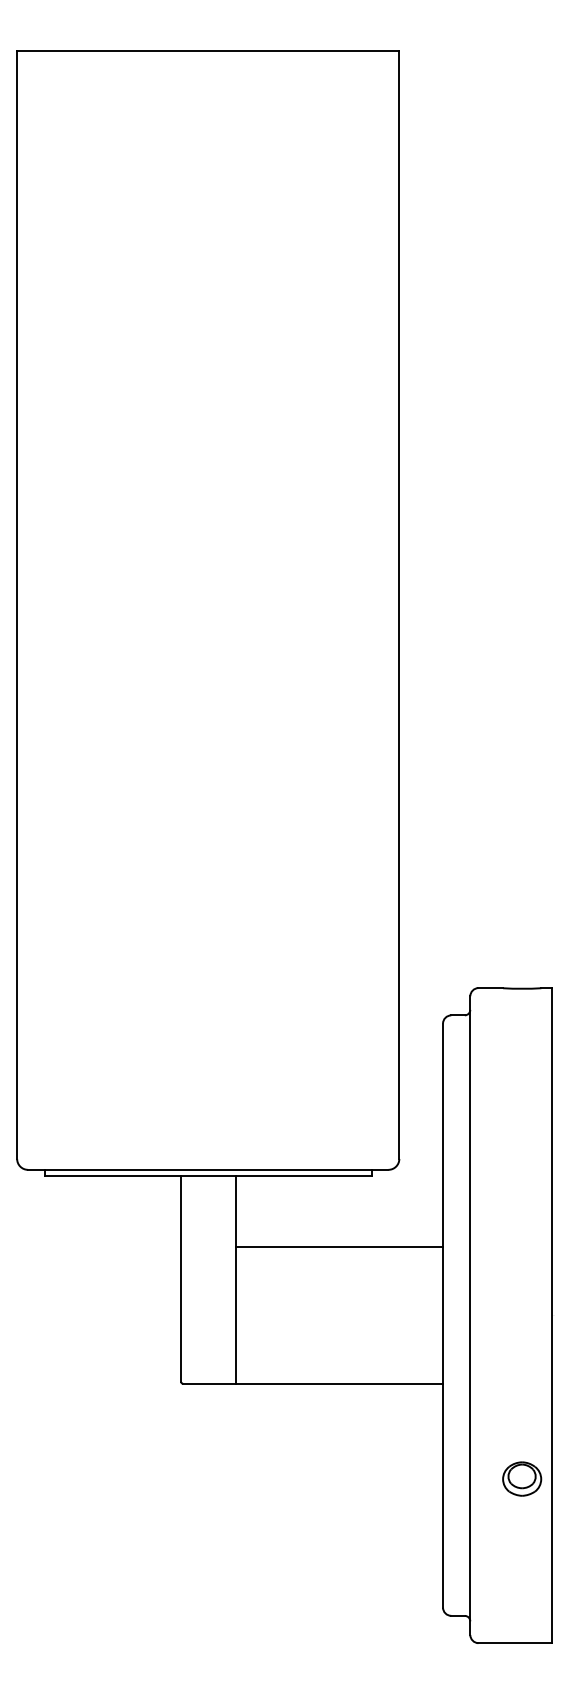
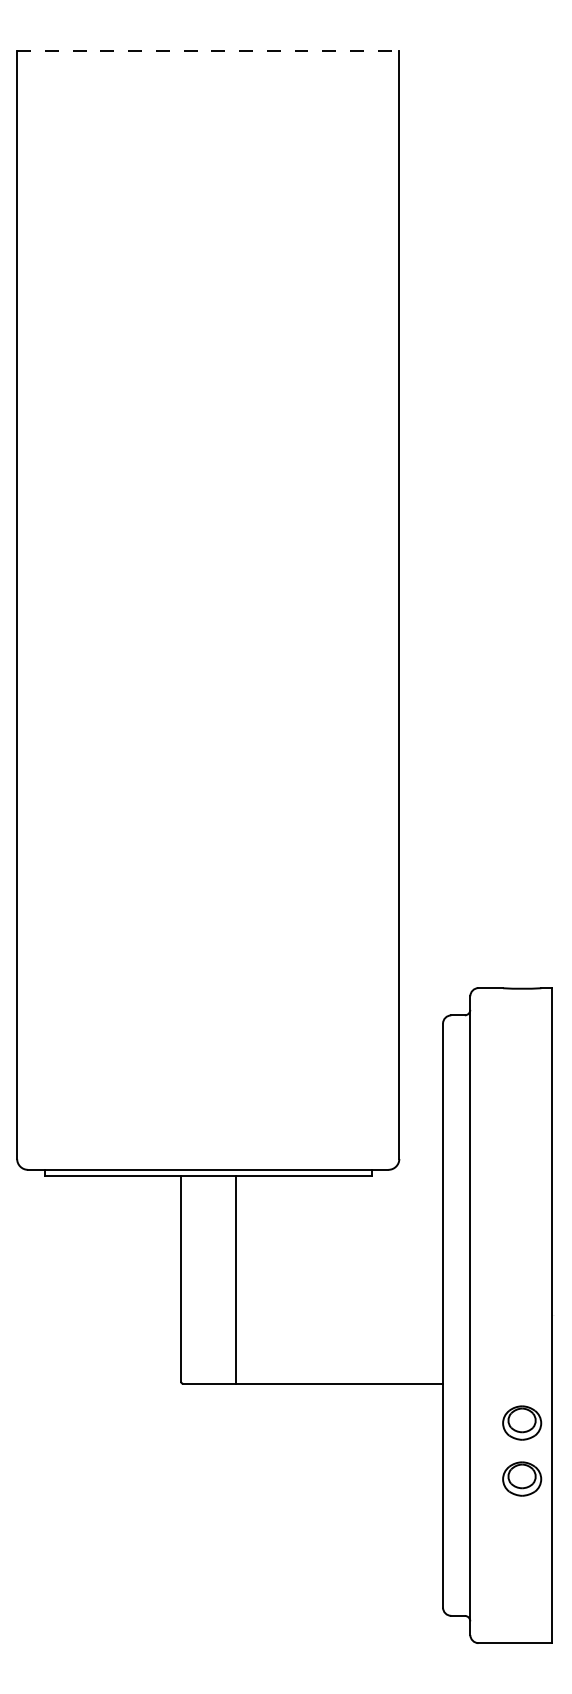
line at (208, 50): solid -> dashed
line at (339, 1247): present -> none
part at (522, 1422): none -> present
